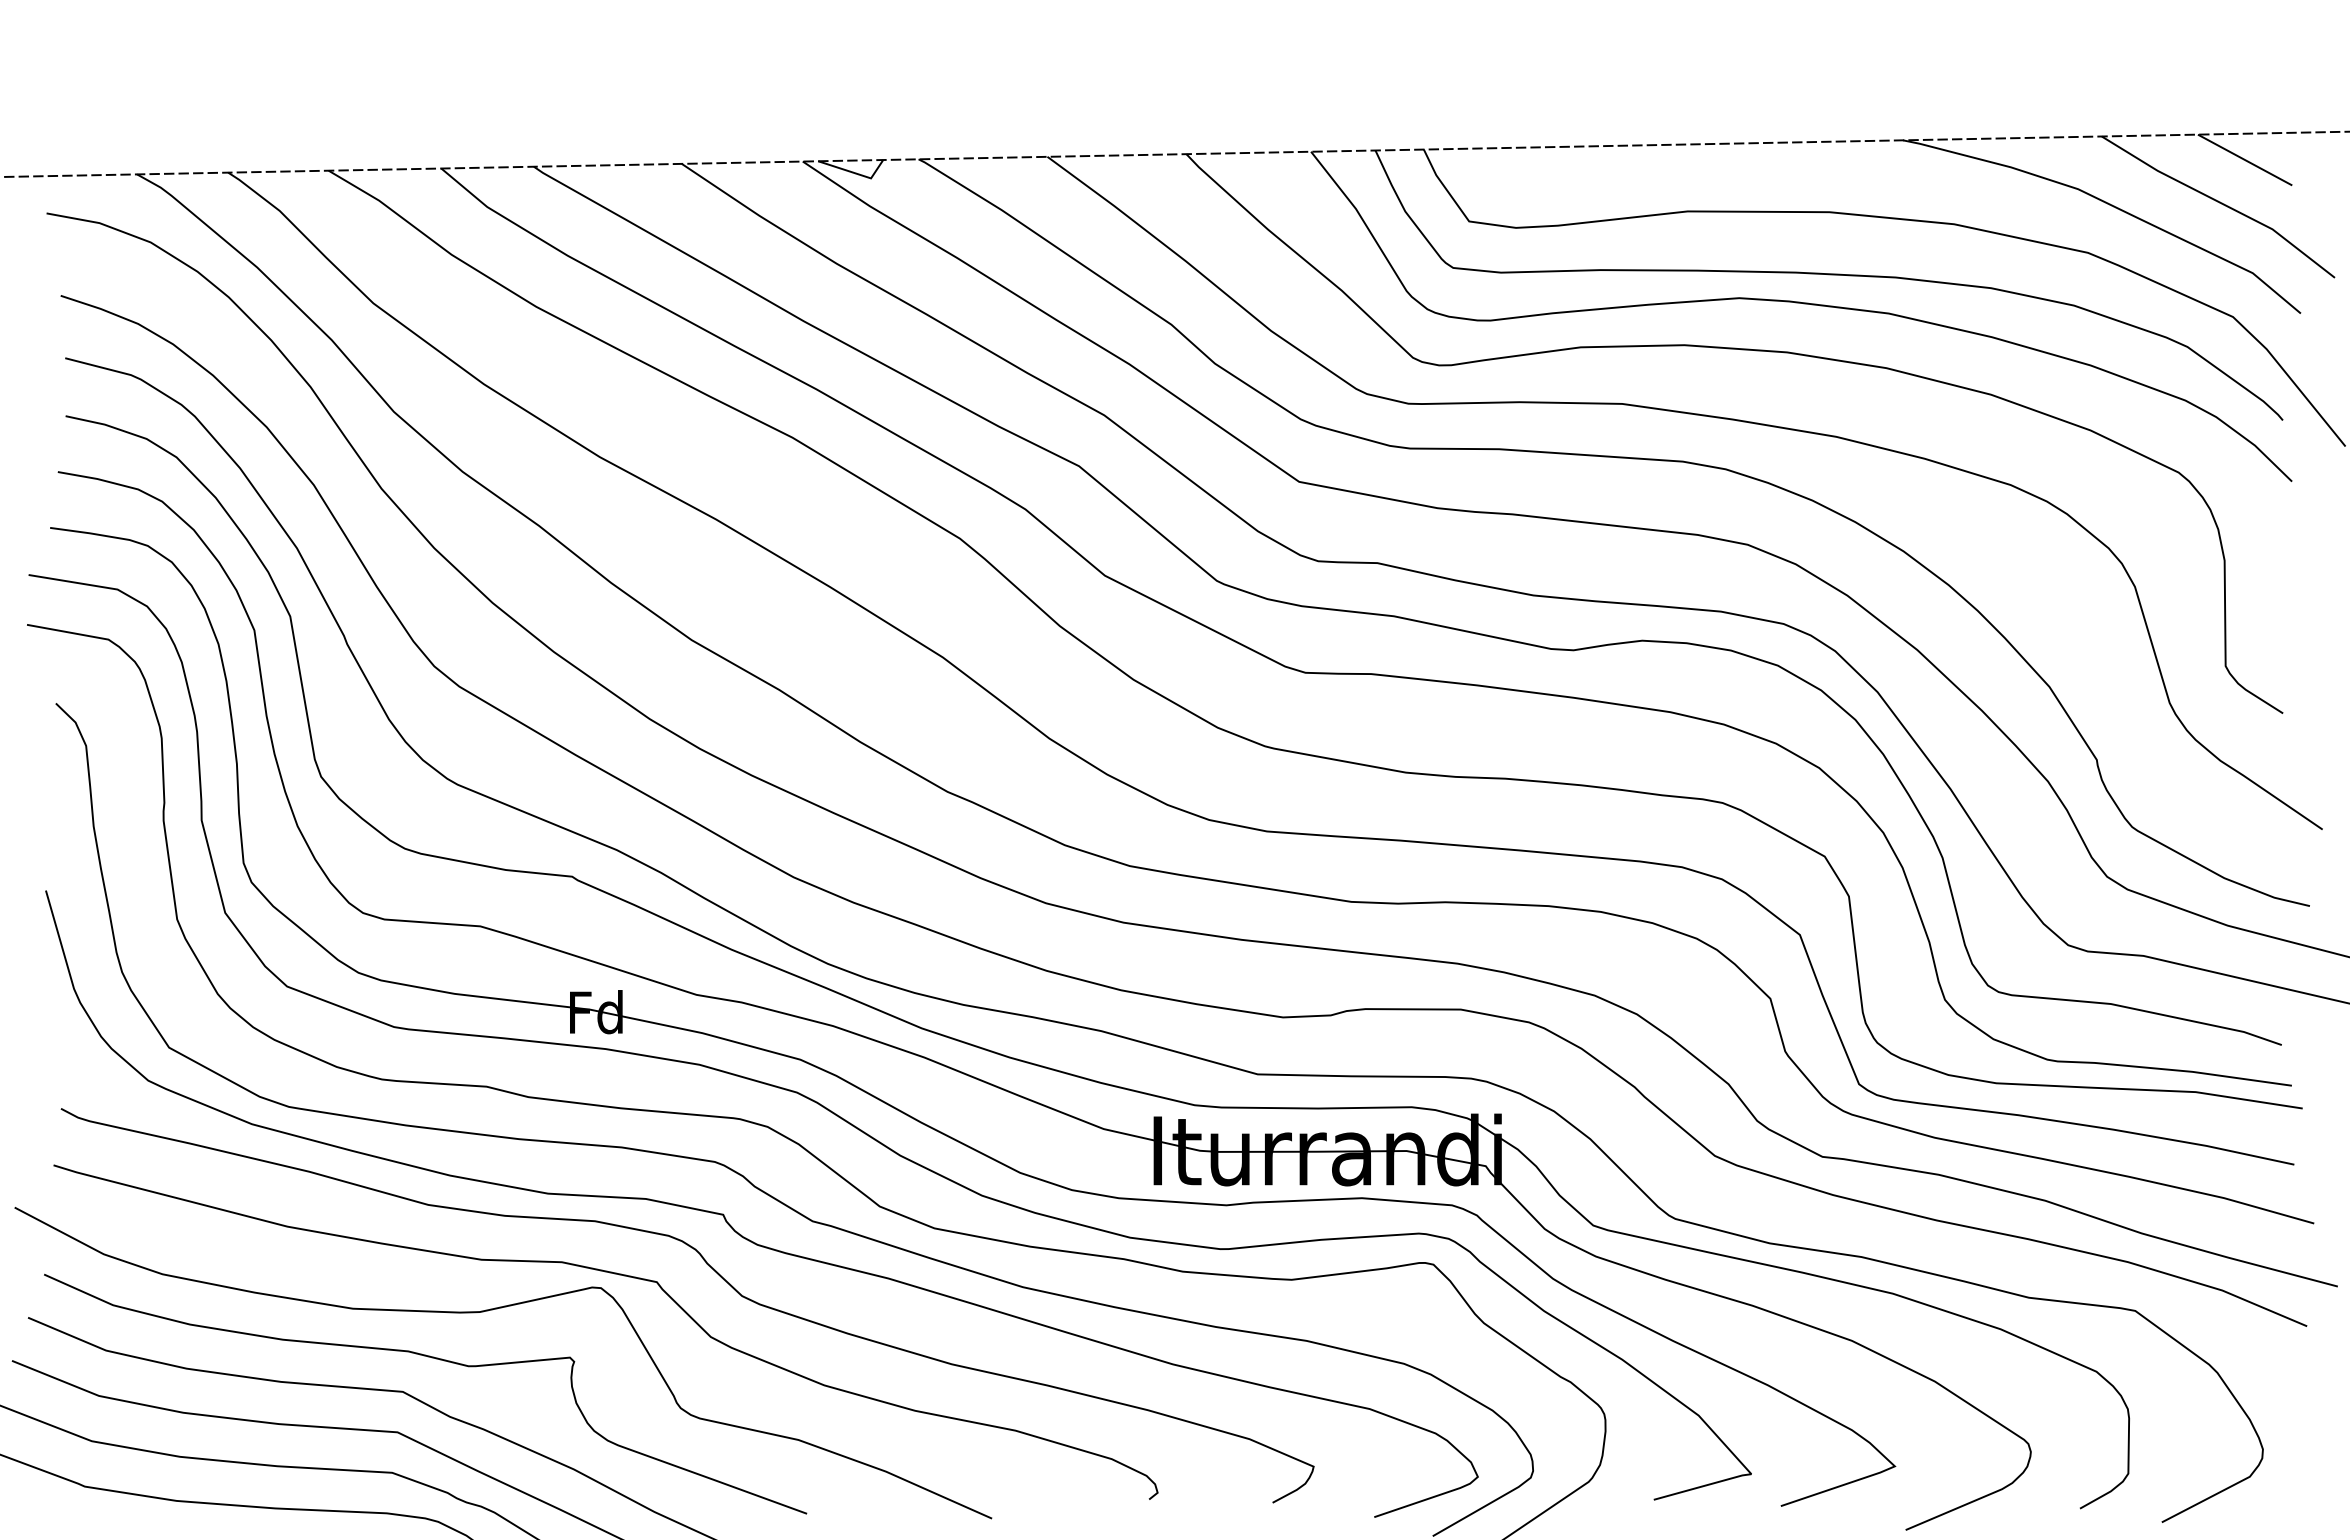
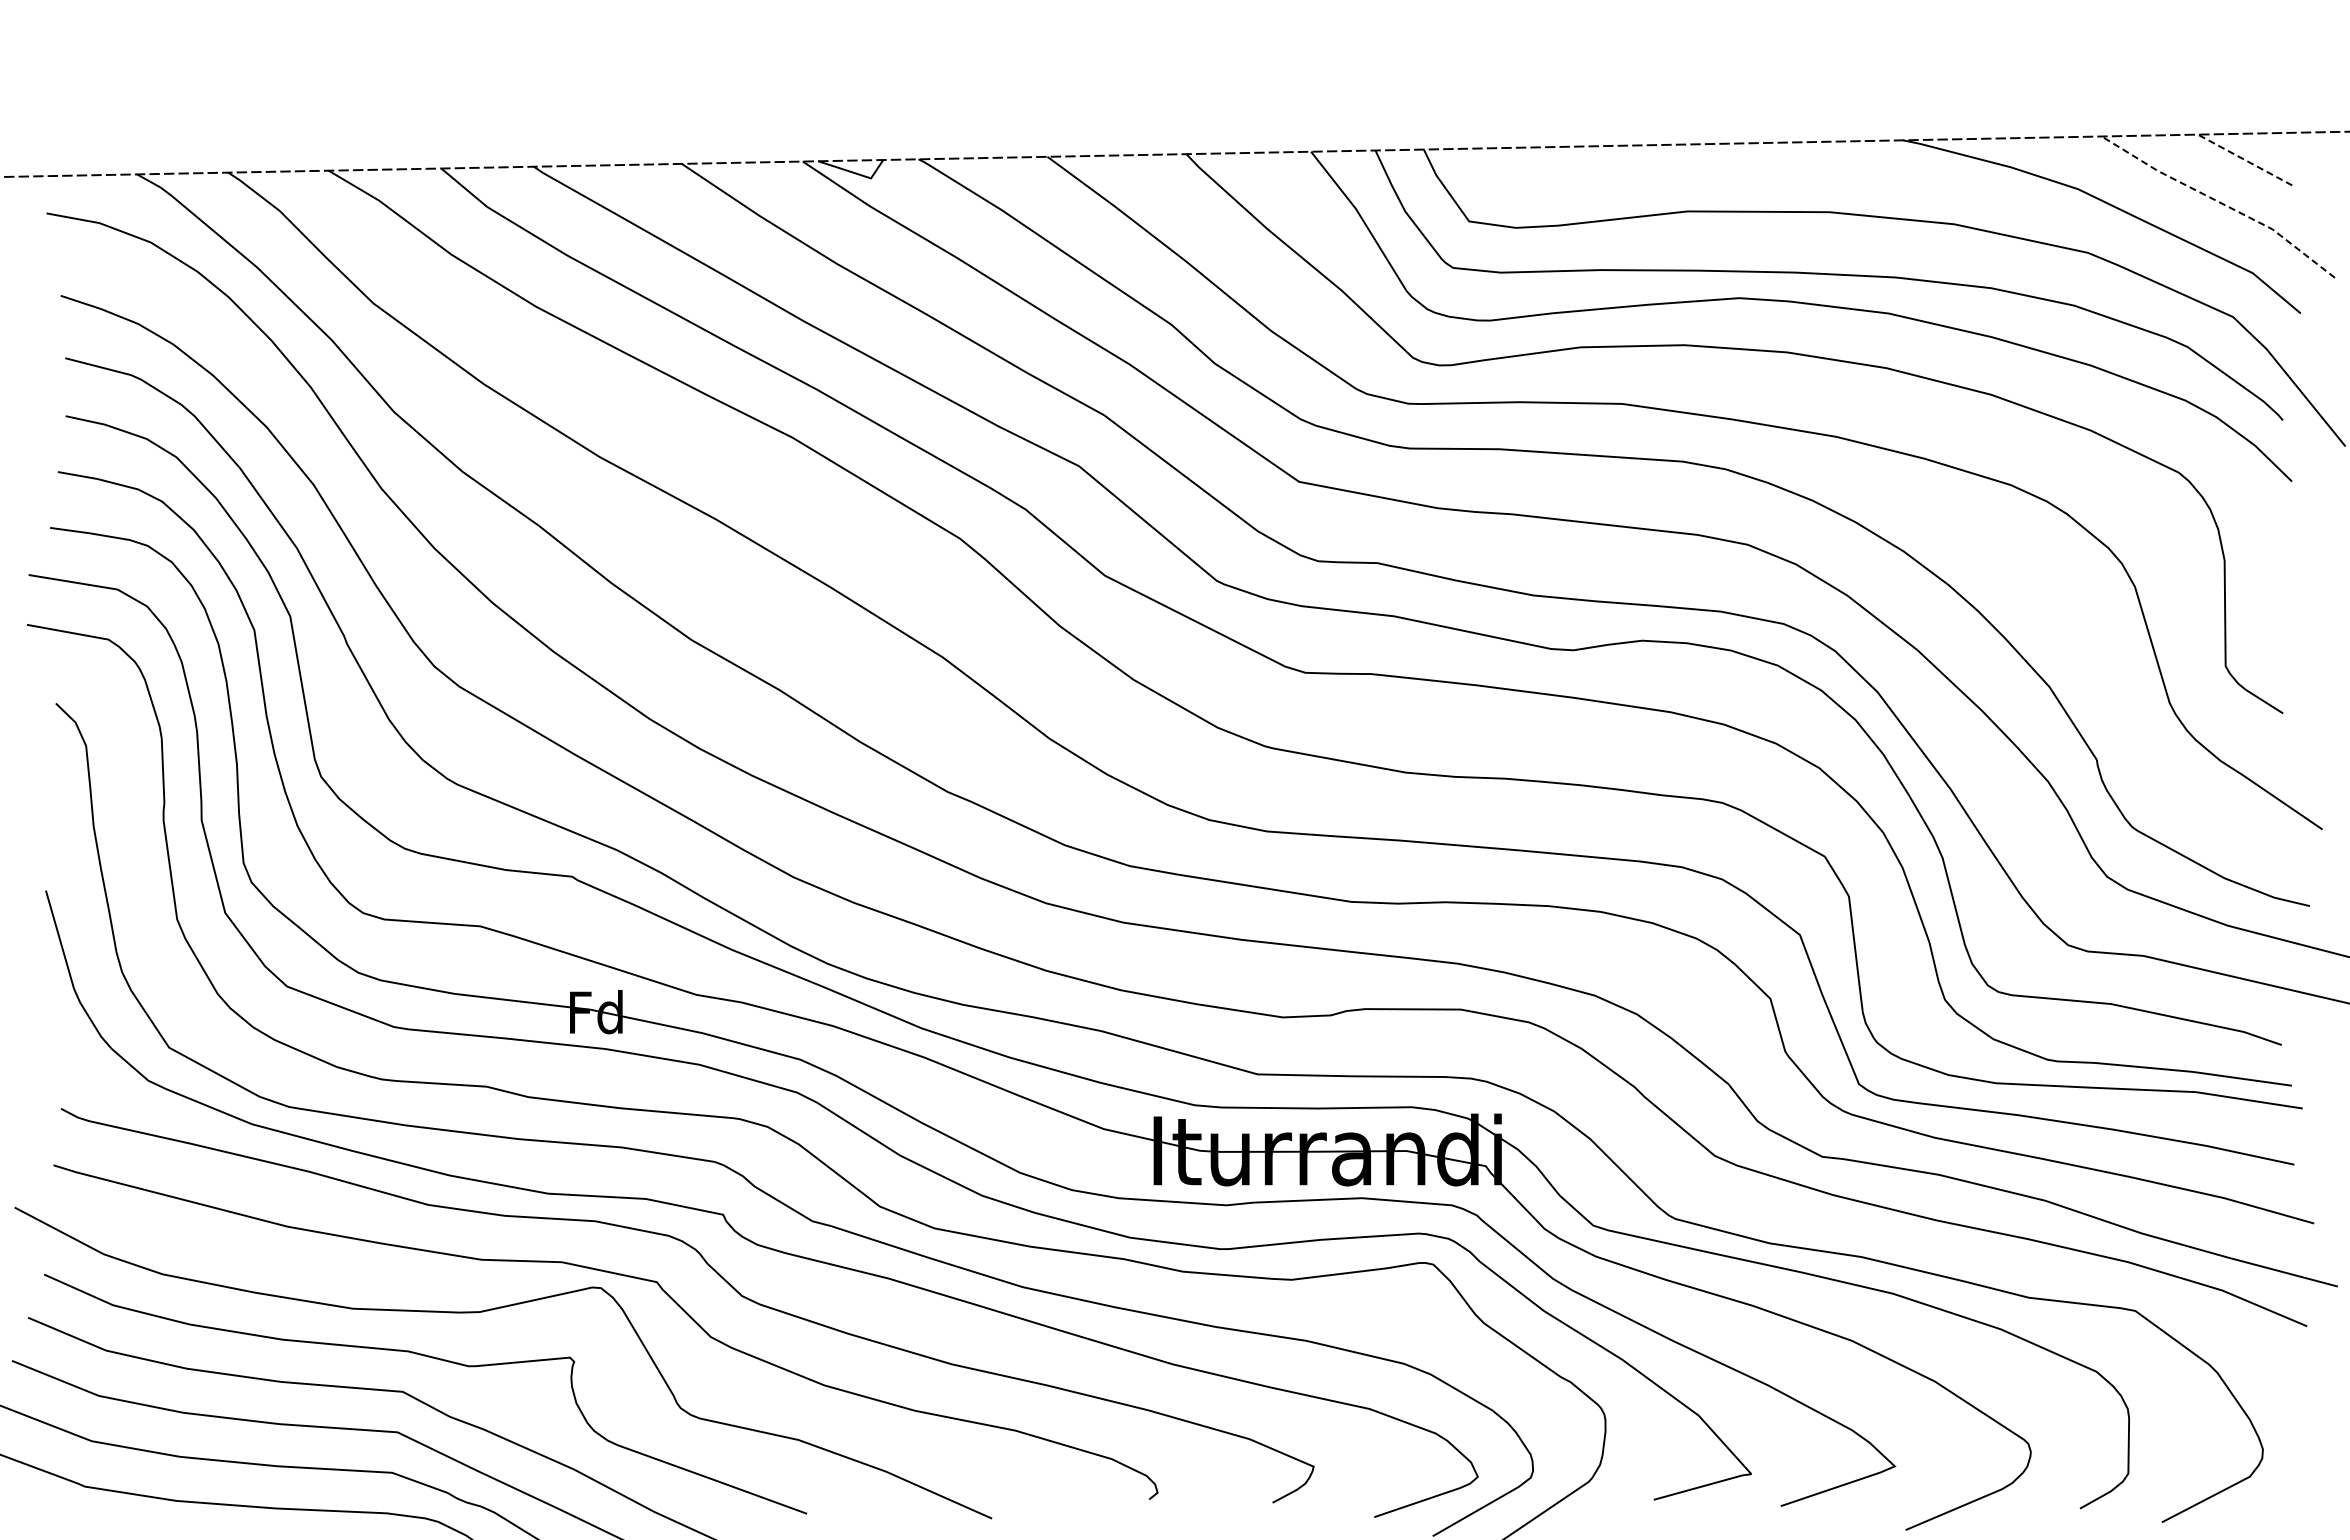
line at (2245, 160): solid -> dashed
line at (2220, 203): solid -> dashed
